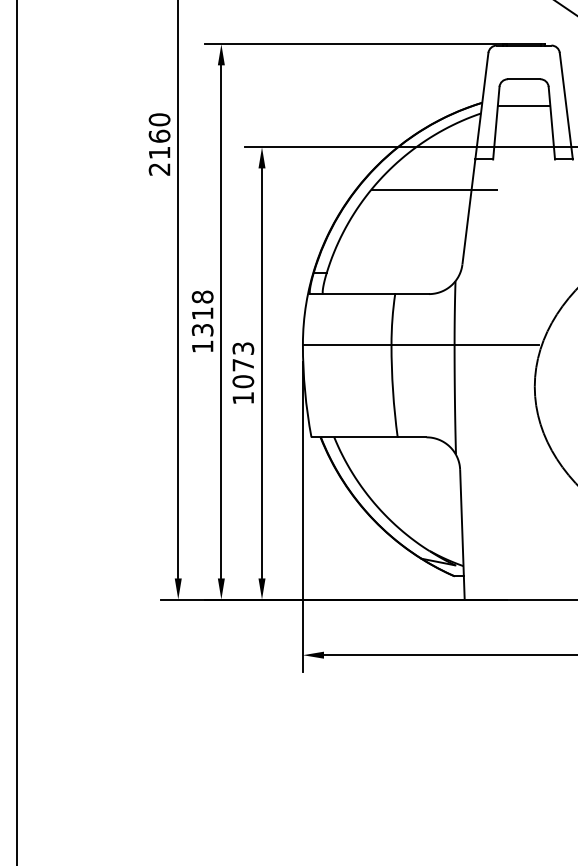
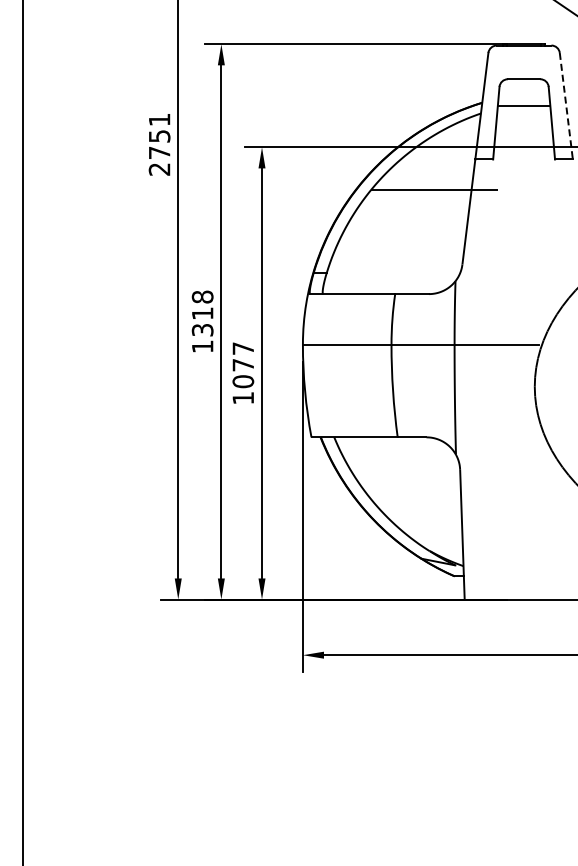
line at (566, 106): solid -> dashed
text at (159, 135): 2160 -> 2751
text at (243, 348): 1073 -> 1077
line at (17, 432) position: (17, 432) -> (23, 432)
